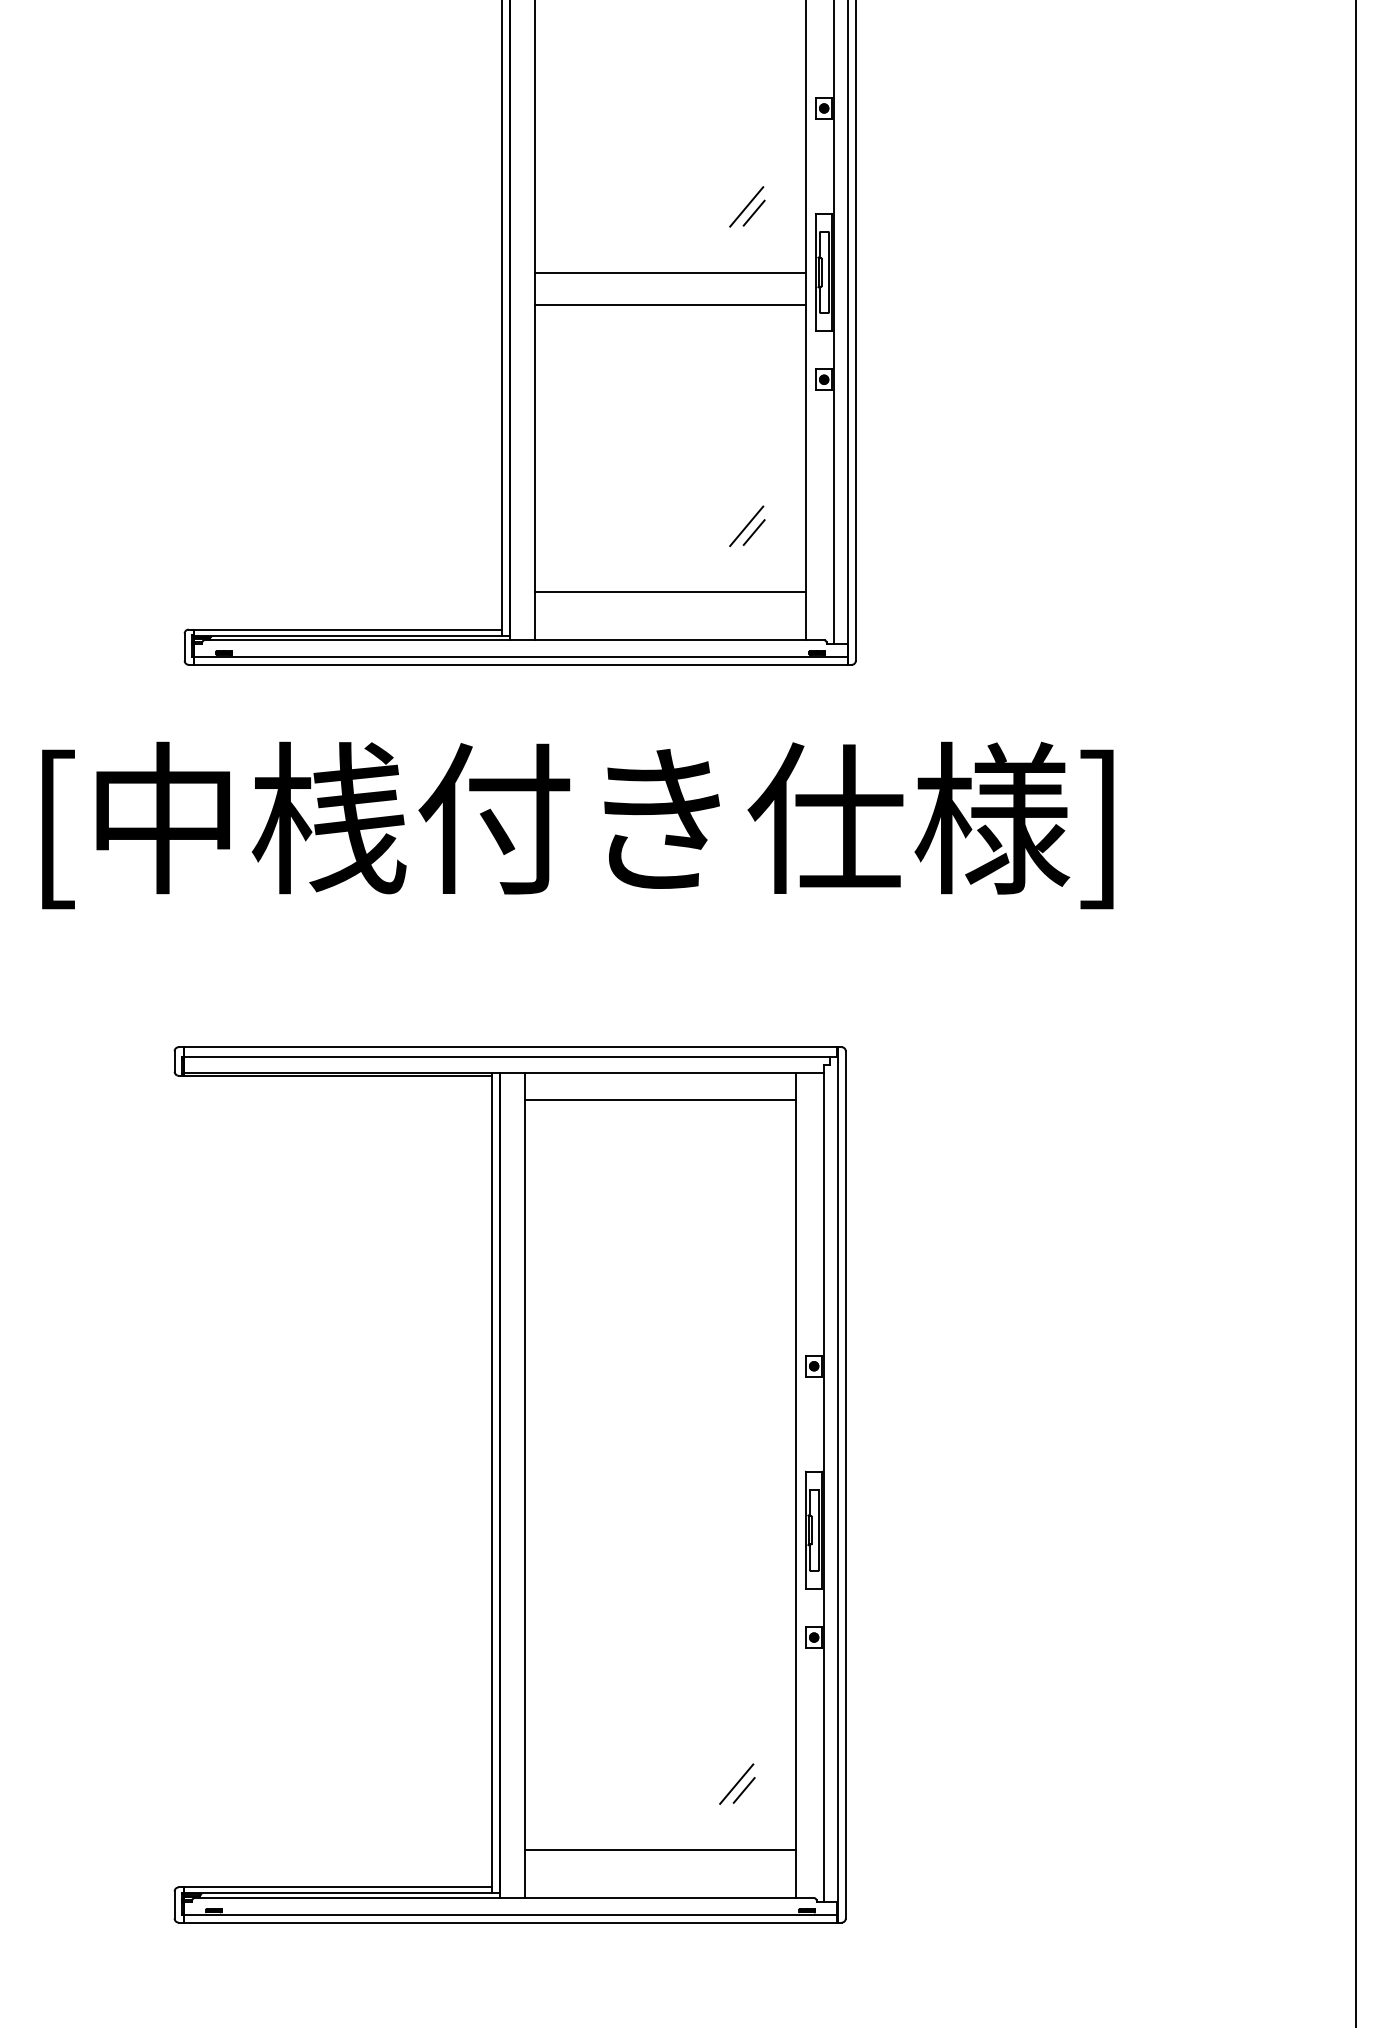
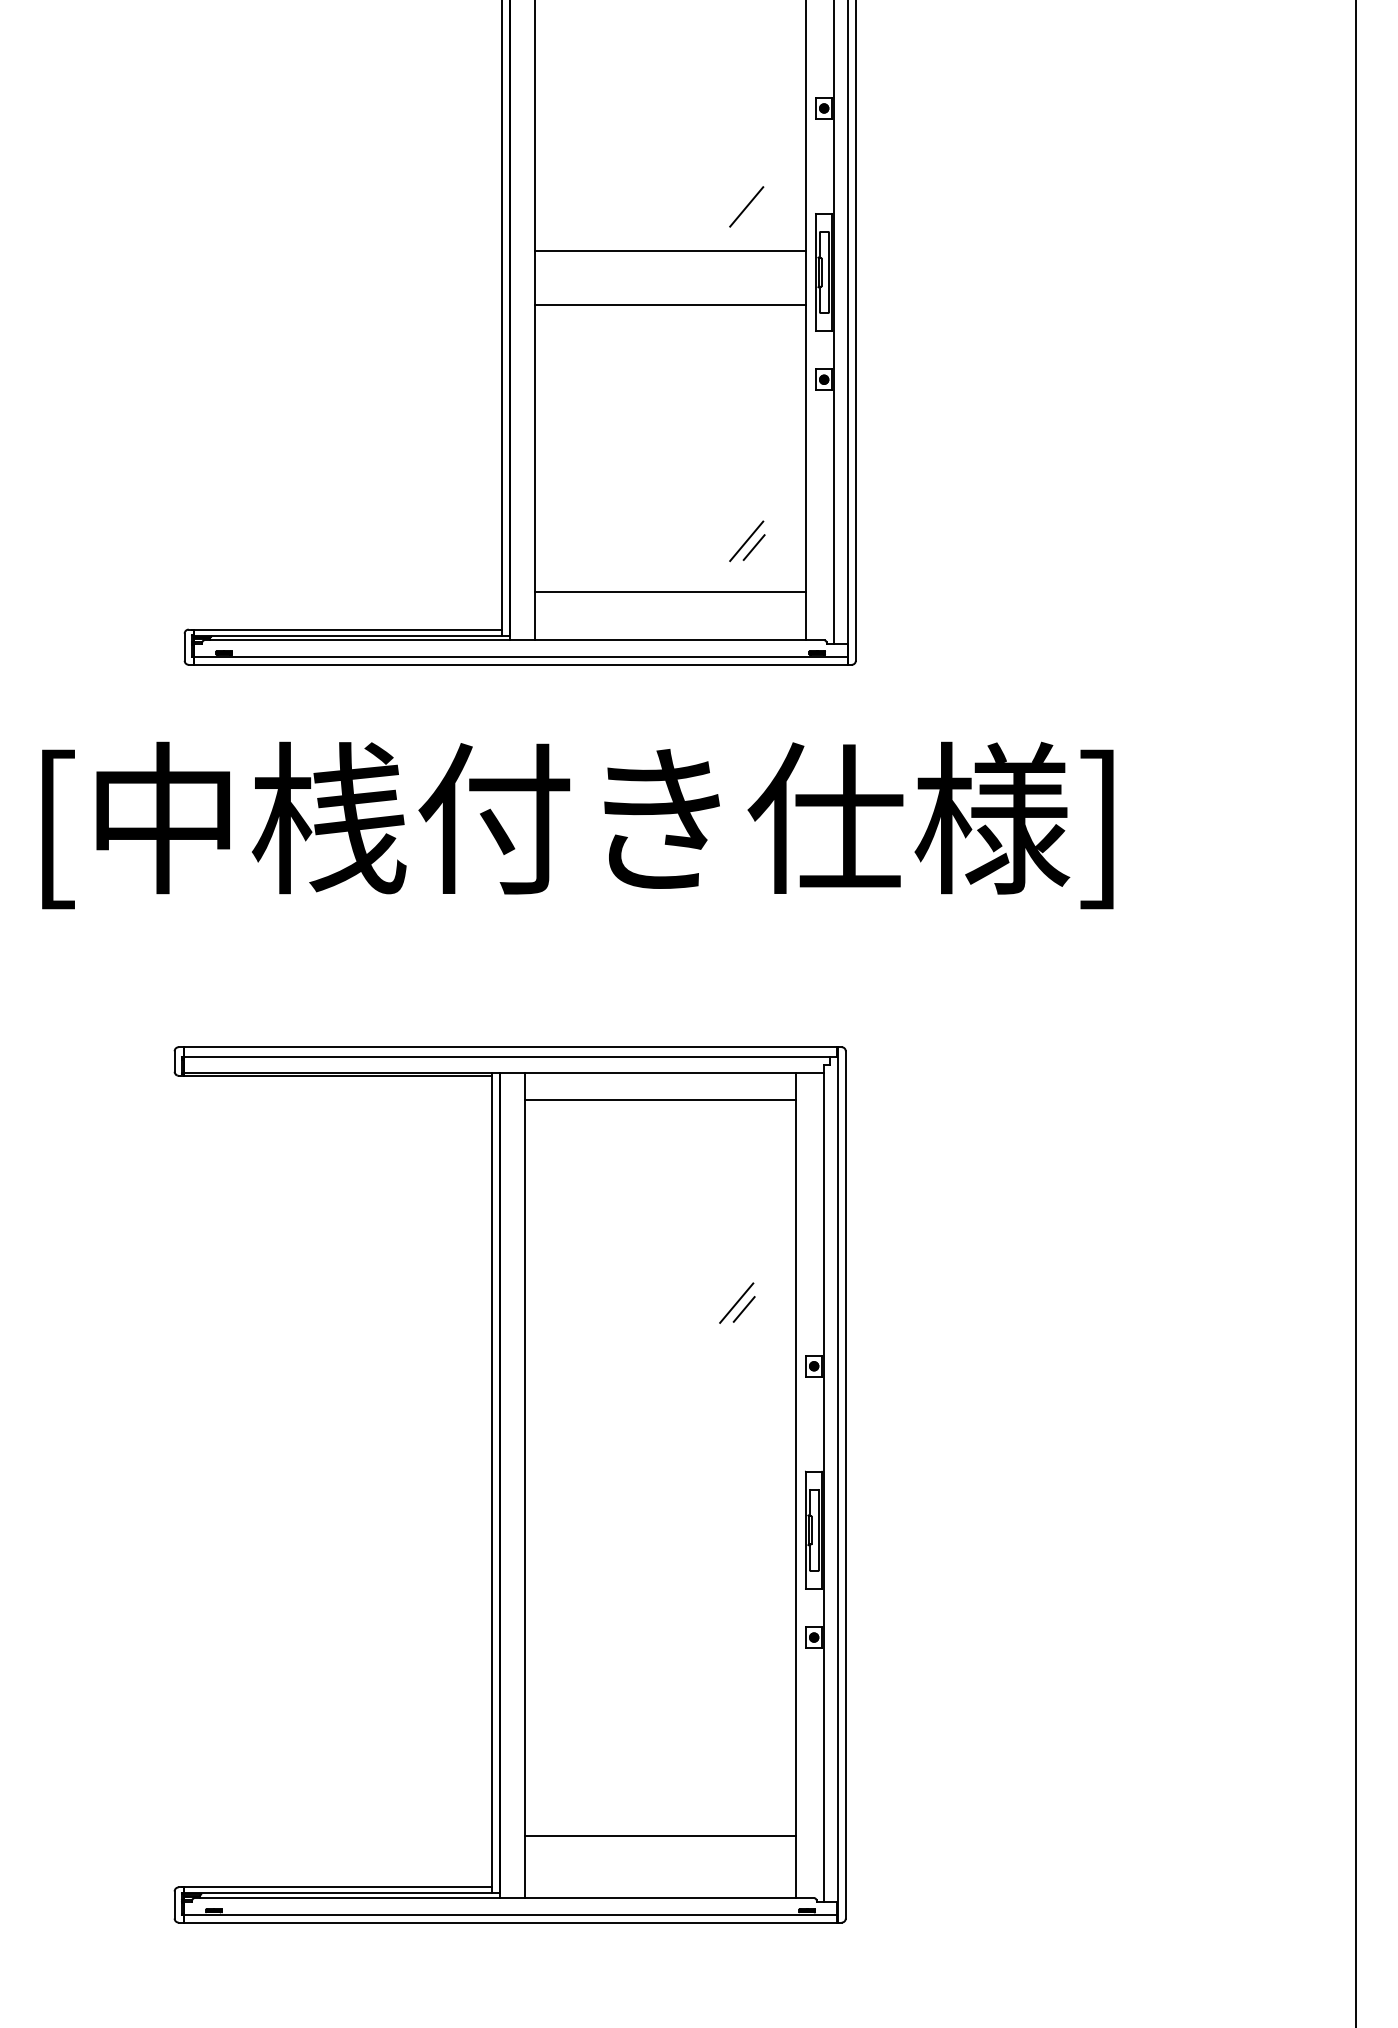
line at (753, 212): present -> none
line at (670, 272) position: (670, 272) -> (670, 250)
part at (747, 526) position: (747, 526) -> (747, 541)
part at (737, 1783) position: (737, 1783) -> (737, 1302)
line at (660, 1849) position: (660, 1849) -> (660, 1835)
